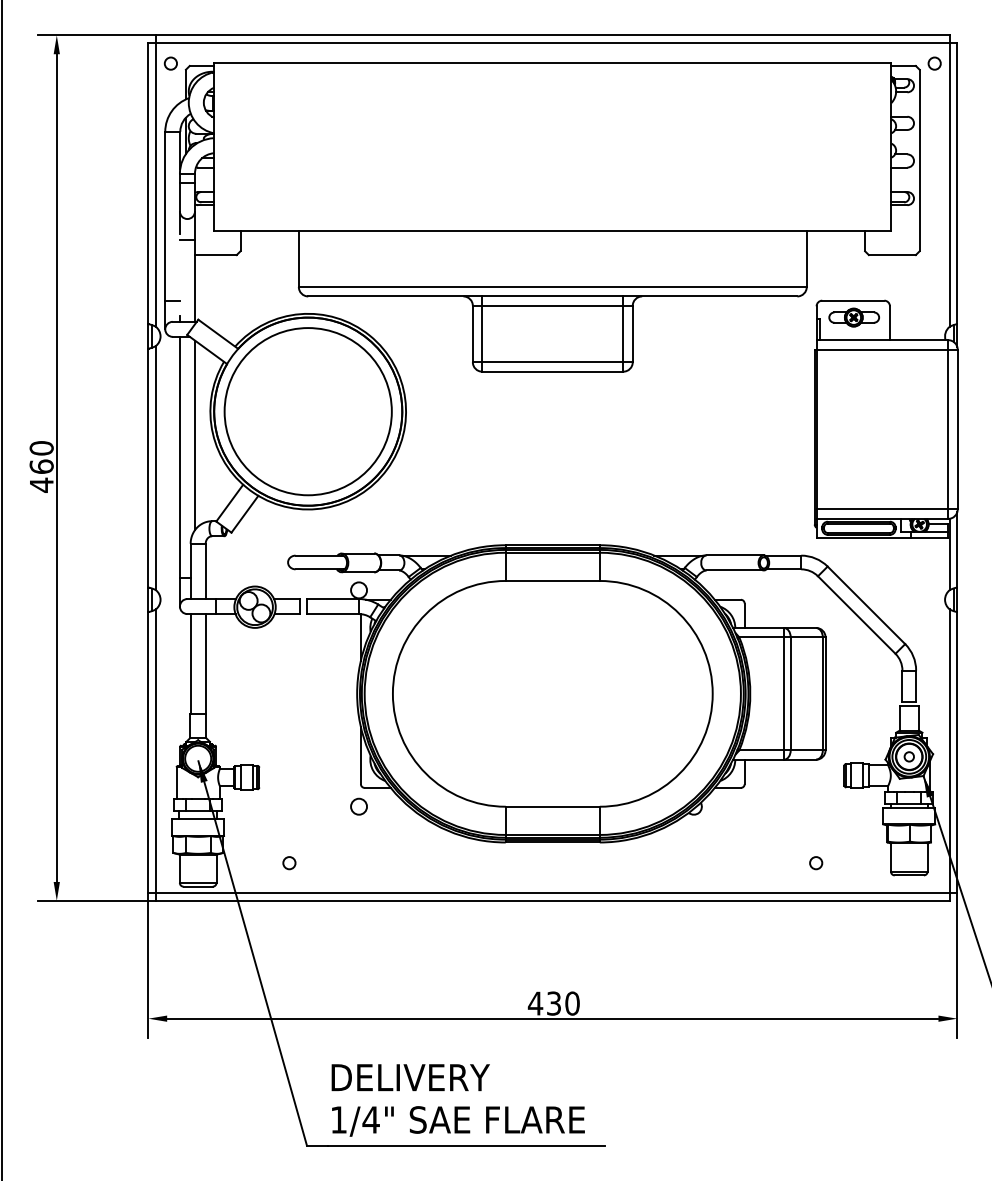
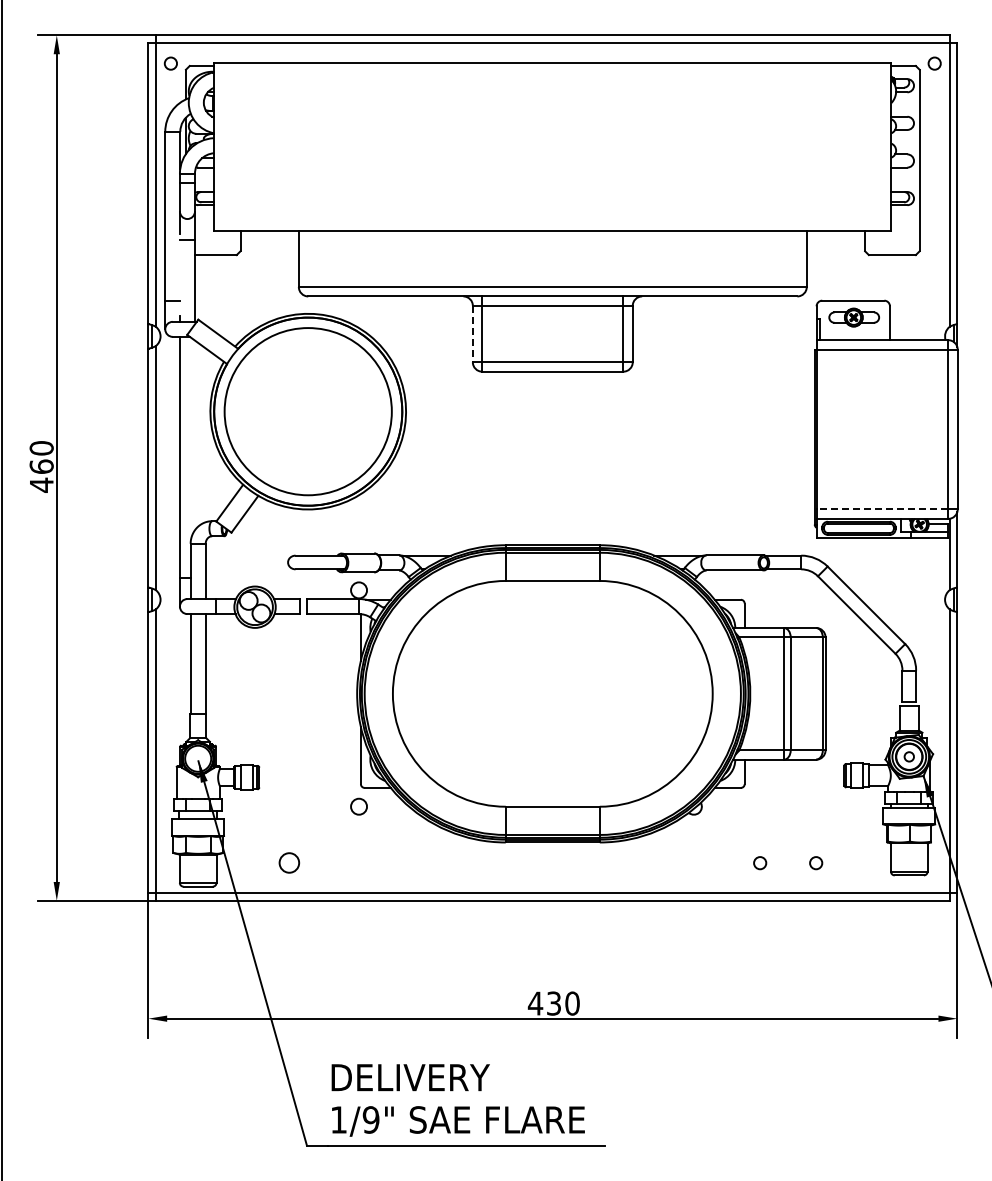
line at (472, 334): solid -> dashed
line at (194, 435): present -> none
line at (882, 509): solid -> dashed
circle at (289, 863) size: 15x15 px -> 23x22 px
circle at (760, 863): none -> present
text at (370, 1119): 1/4" -> 1/9"
